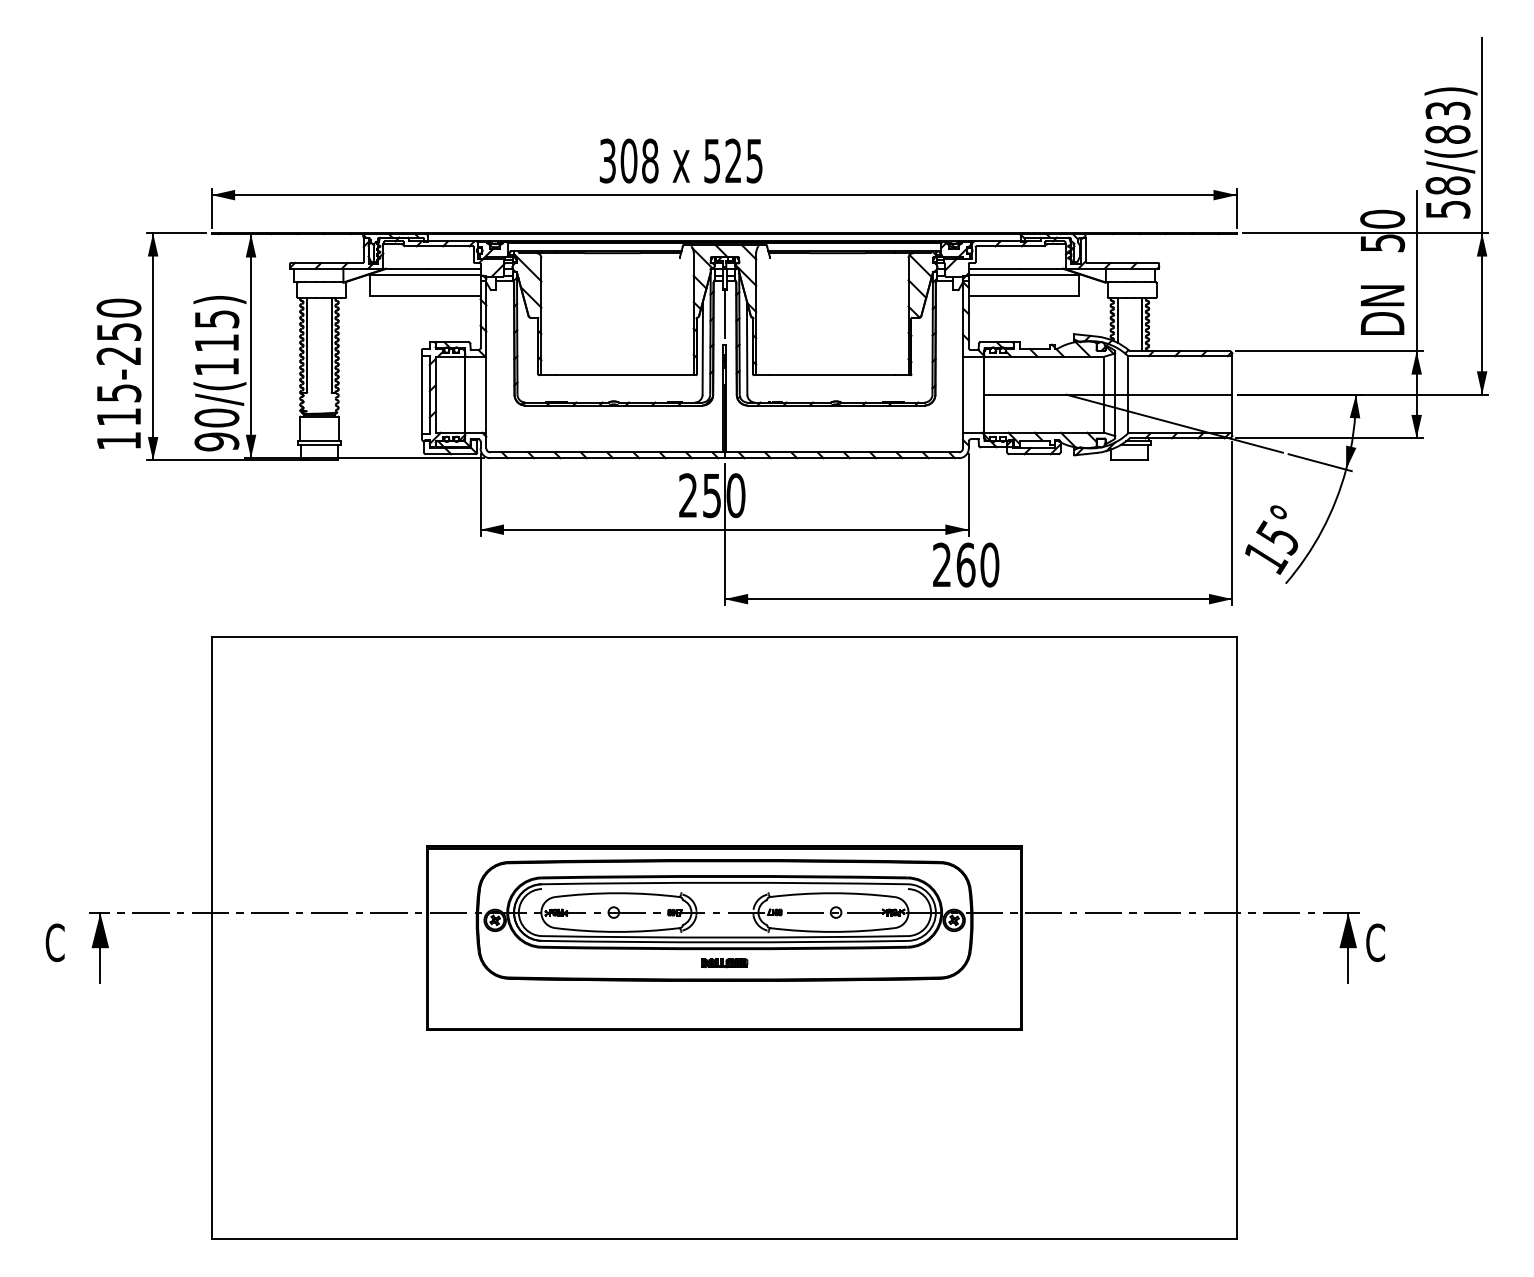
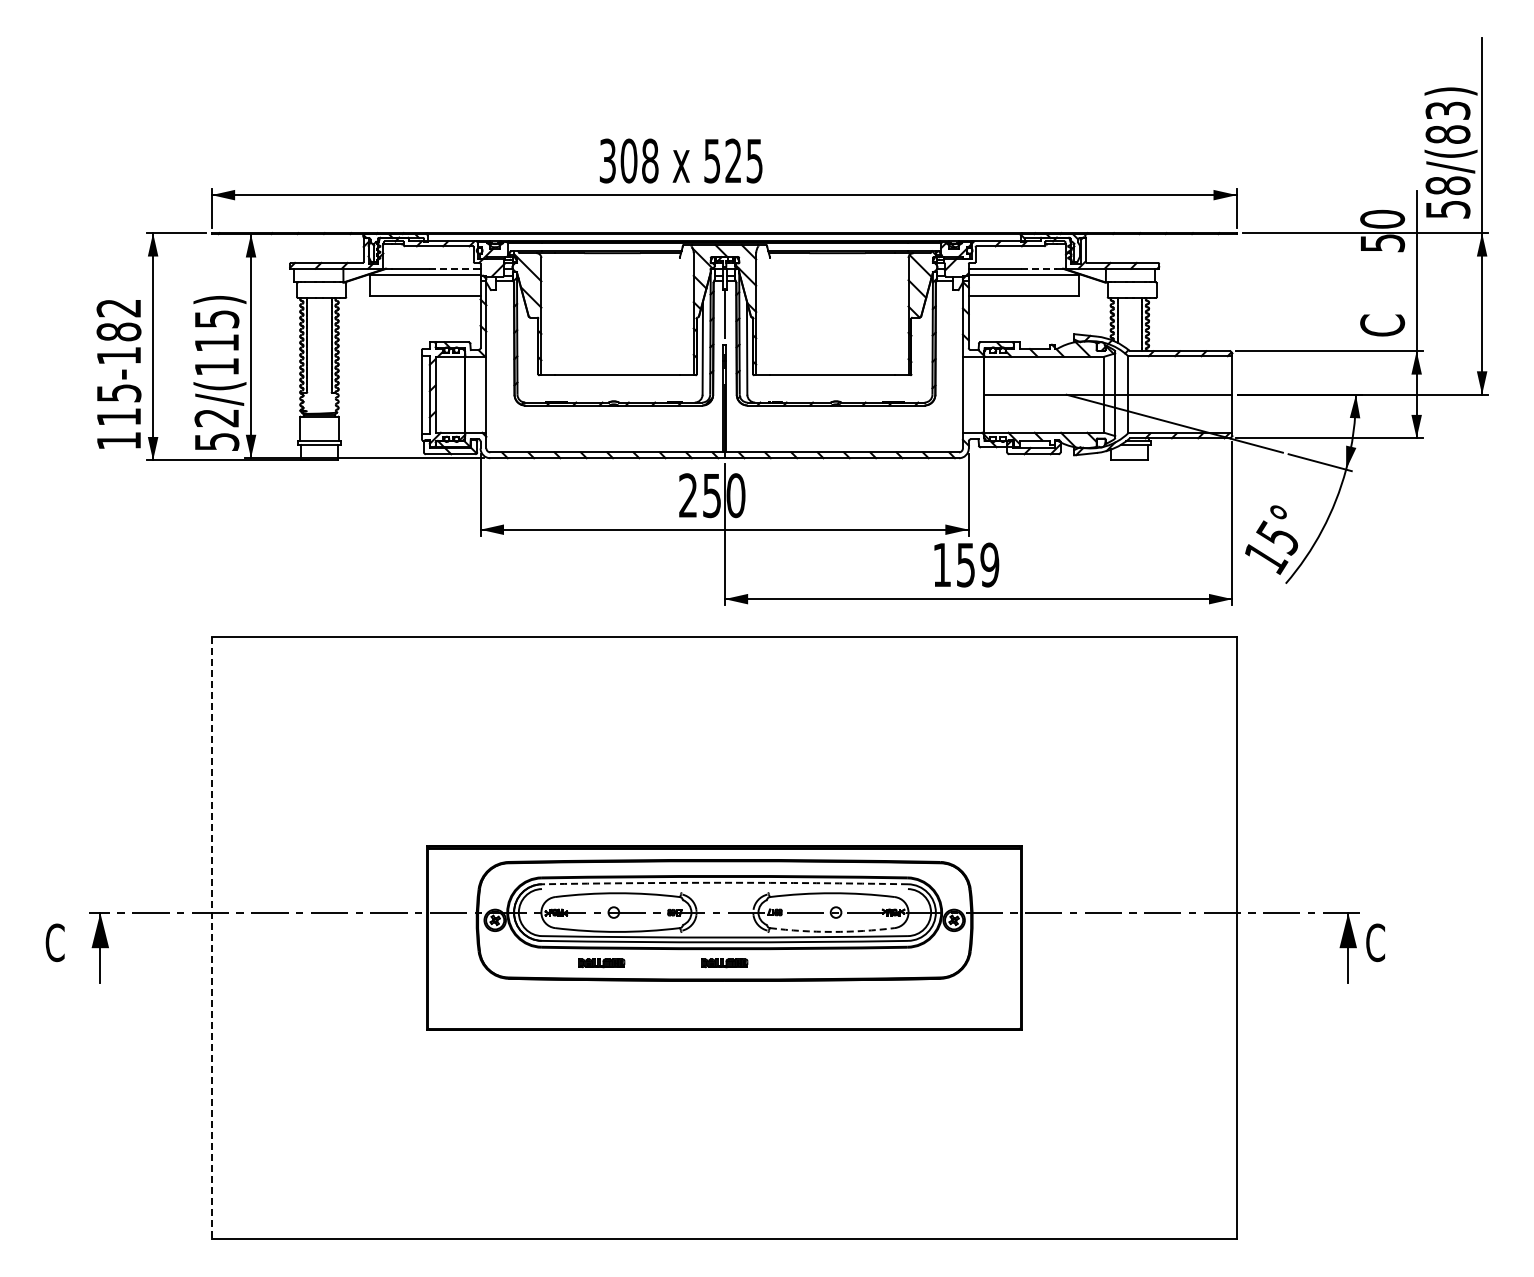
line at (454, 268): solid -> dashed
line at (1039, 268): solid -> dashed
text at (1382, 310): DN -> C
text at (118, 331): 115-250 -> 115-182
text at (216, 429): 90/(115) -> 52/(115)
text at (966, 564): 260 -> 159
arc at (724, 882): solid -> dashed
arc at (832, 931): solid -> dashed
line at (211, 937): solid -> dashed
part at (601, 963): none -> present
